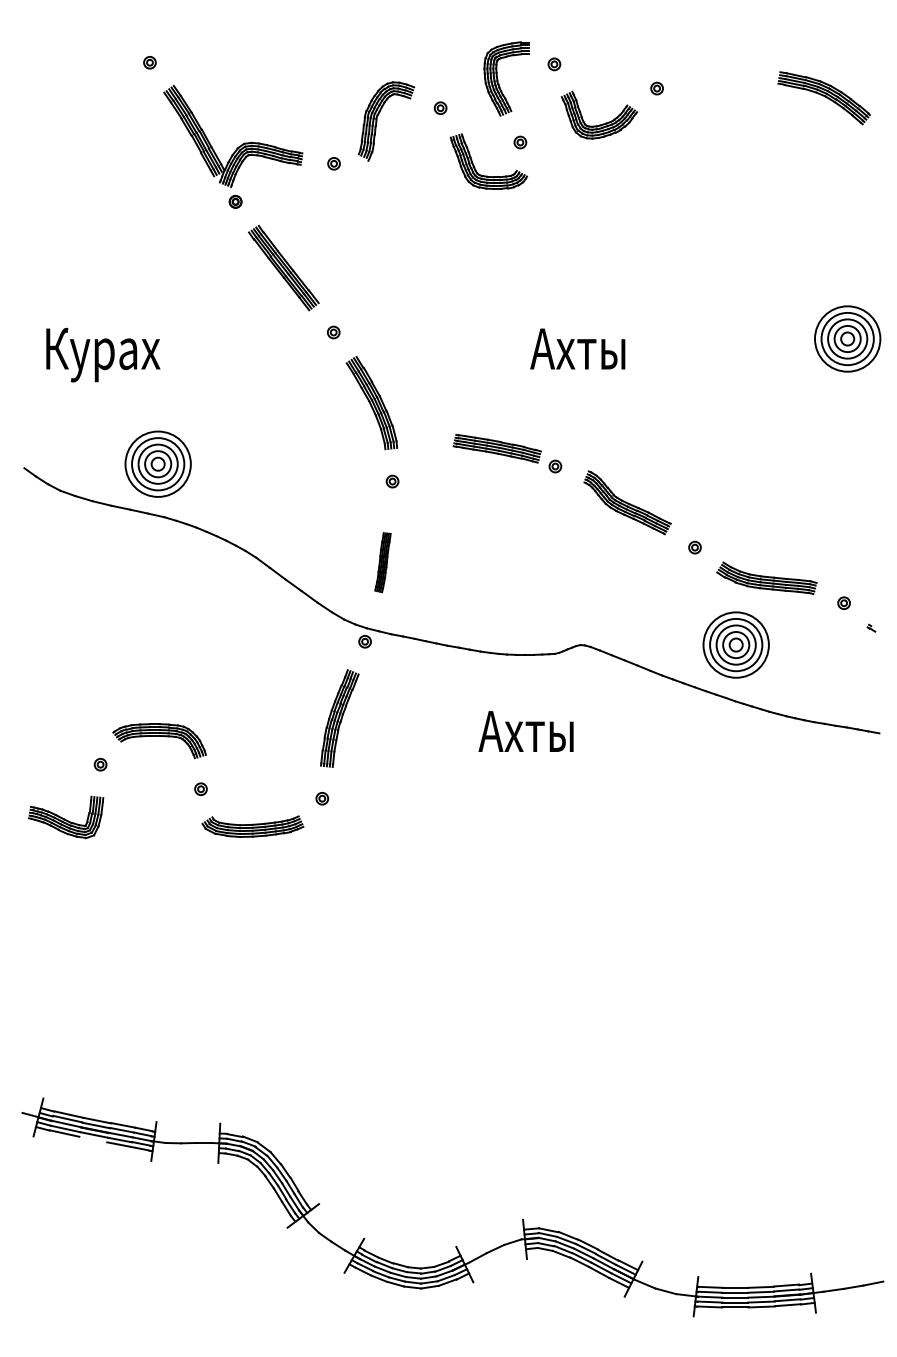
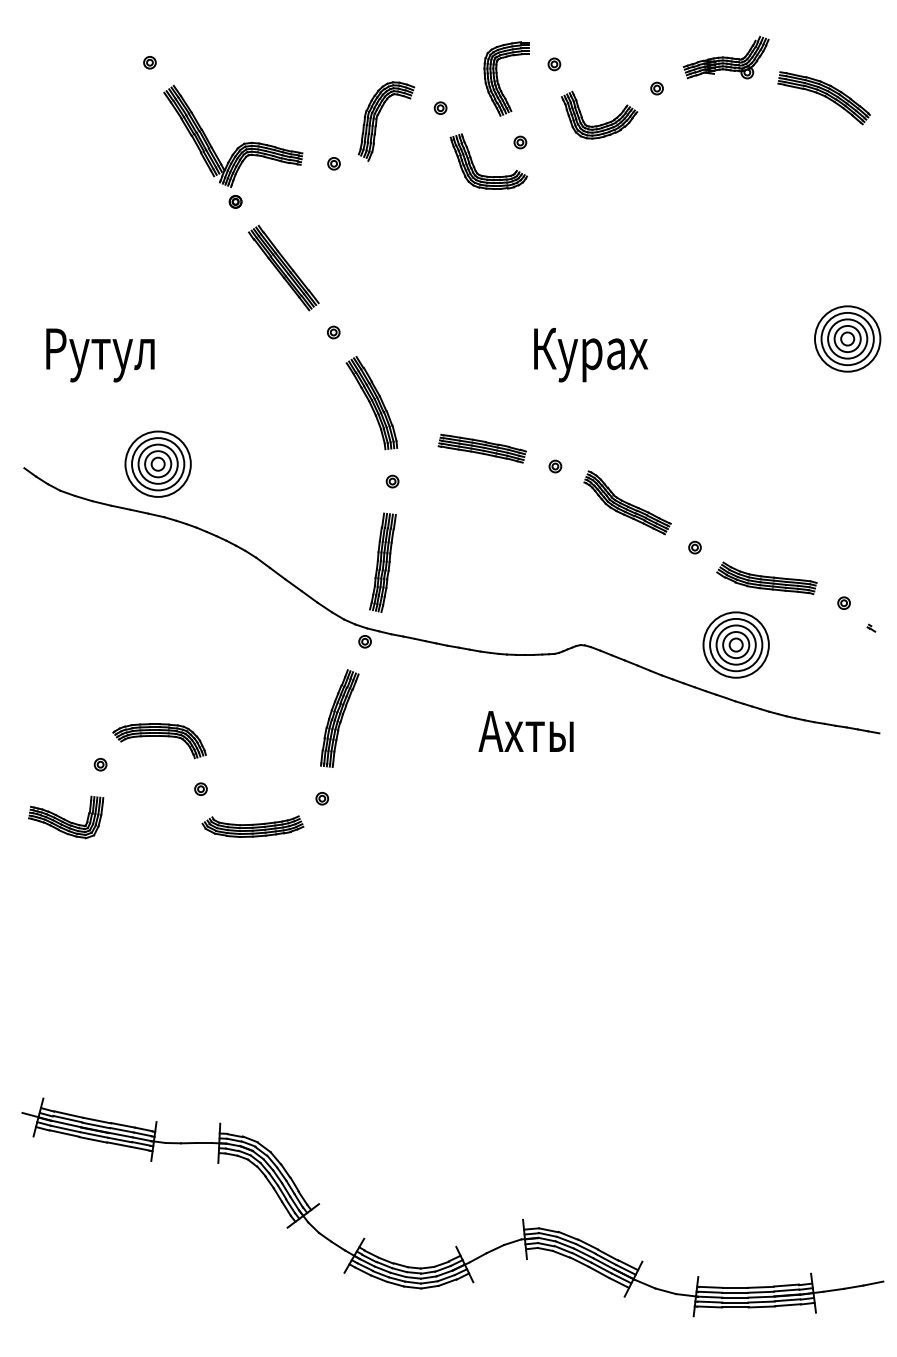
part at (725, 57): none -> present
text at (105, 354): Курах -> Рутул
text at (589, 354): Ахты -> Курах
part at (496, 448) position: (496, 448) -> (481, 448)
part at (382, 562) size: 18x62 px -> 28x101 px
line at (93, 1139): none -> present
